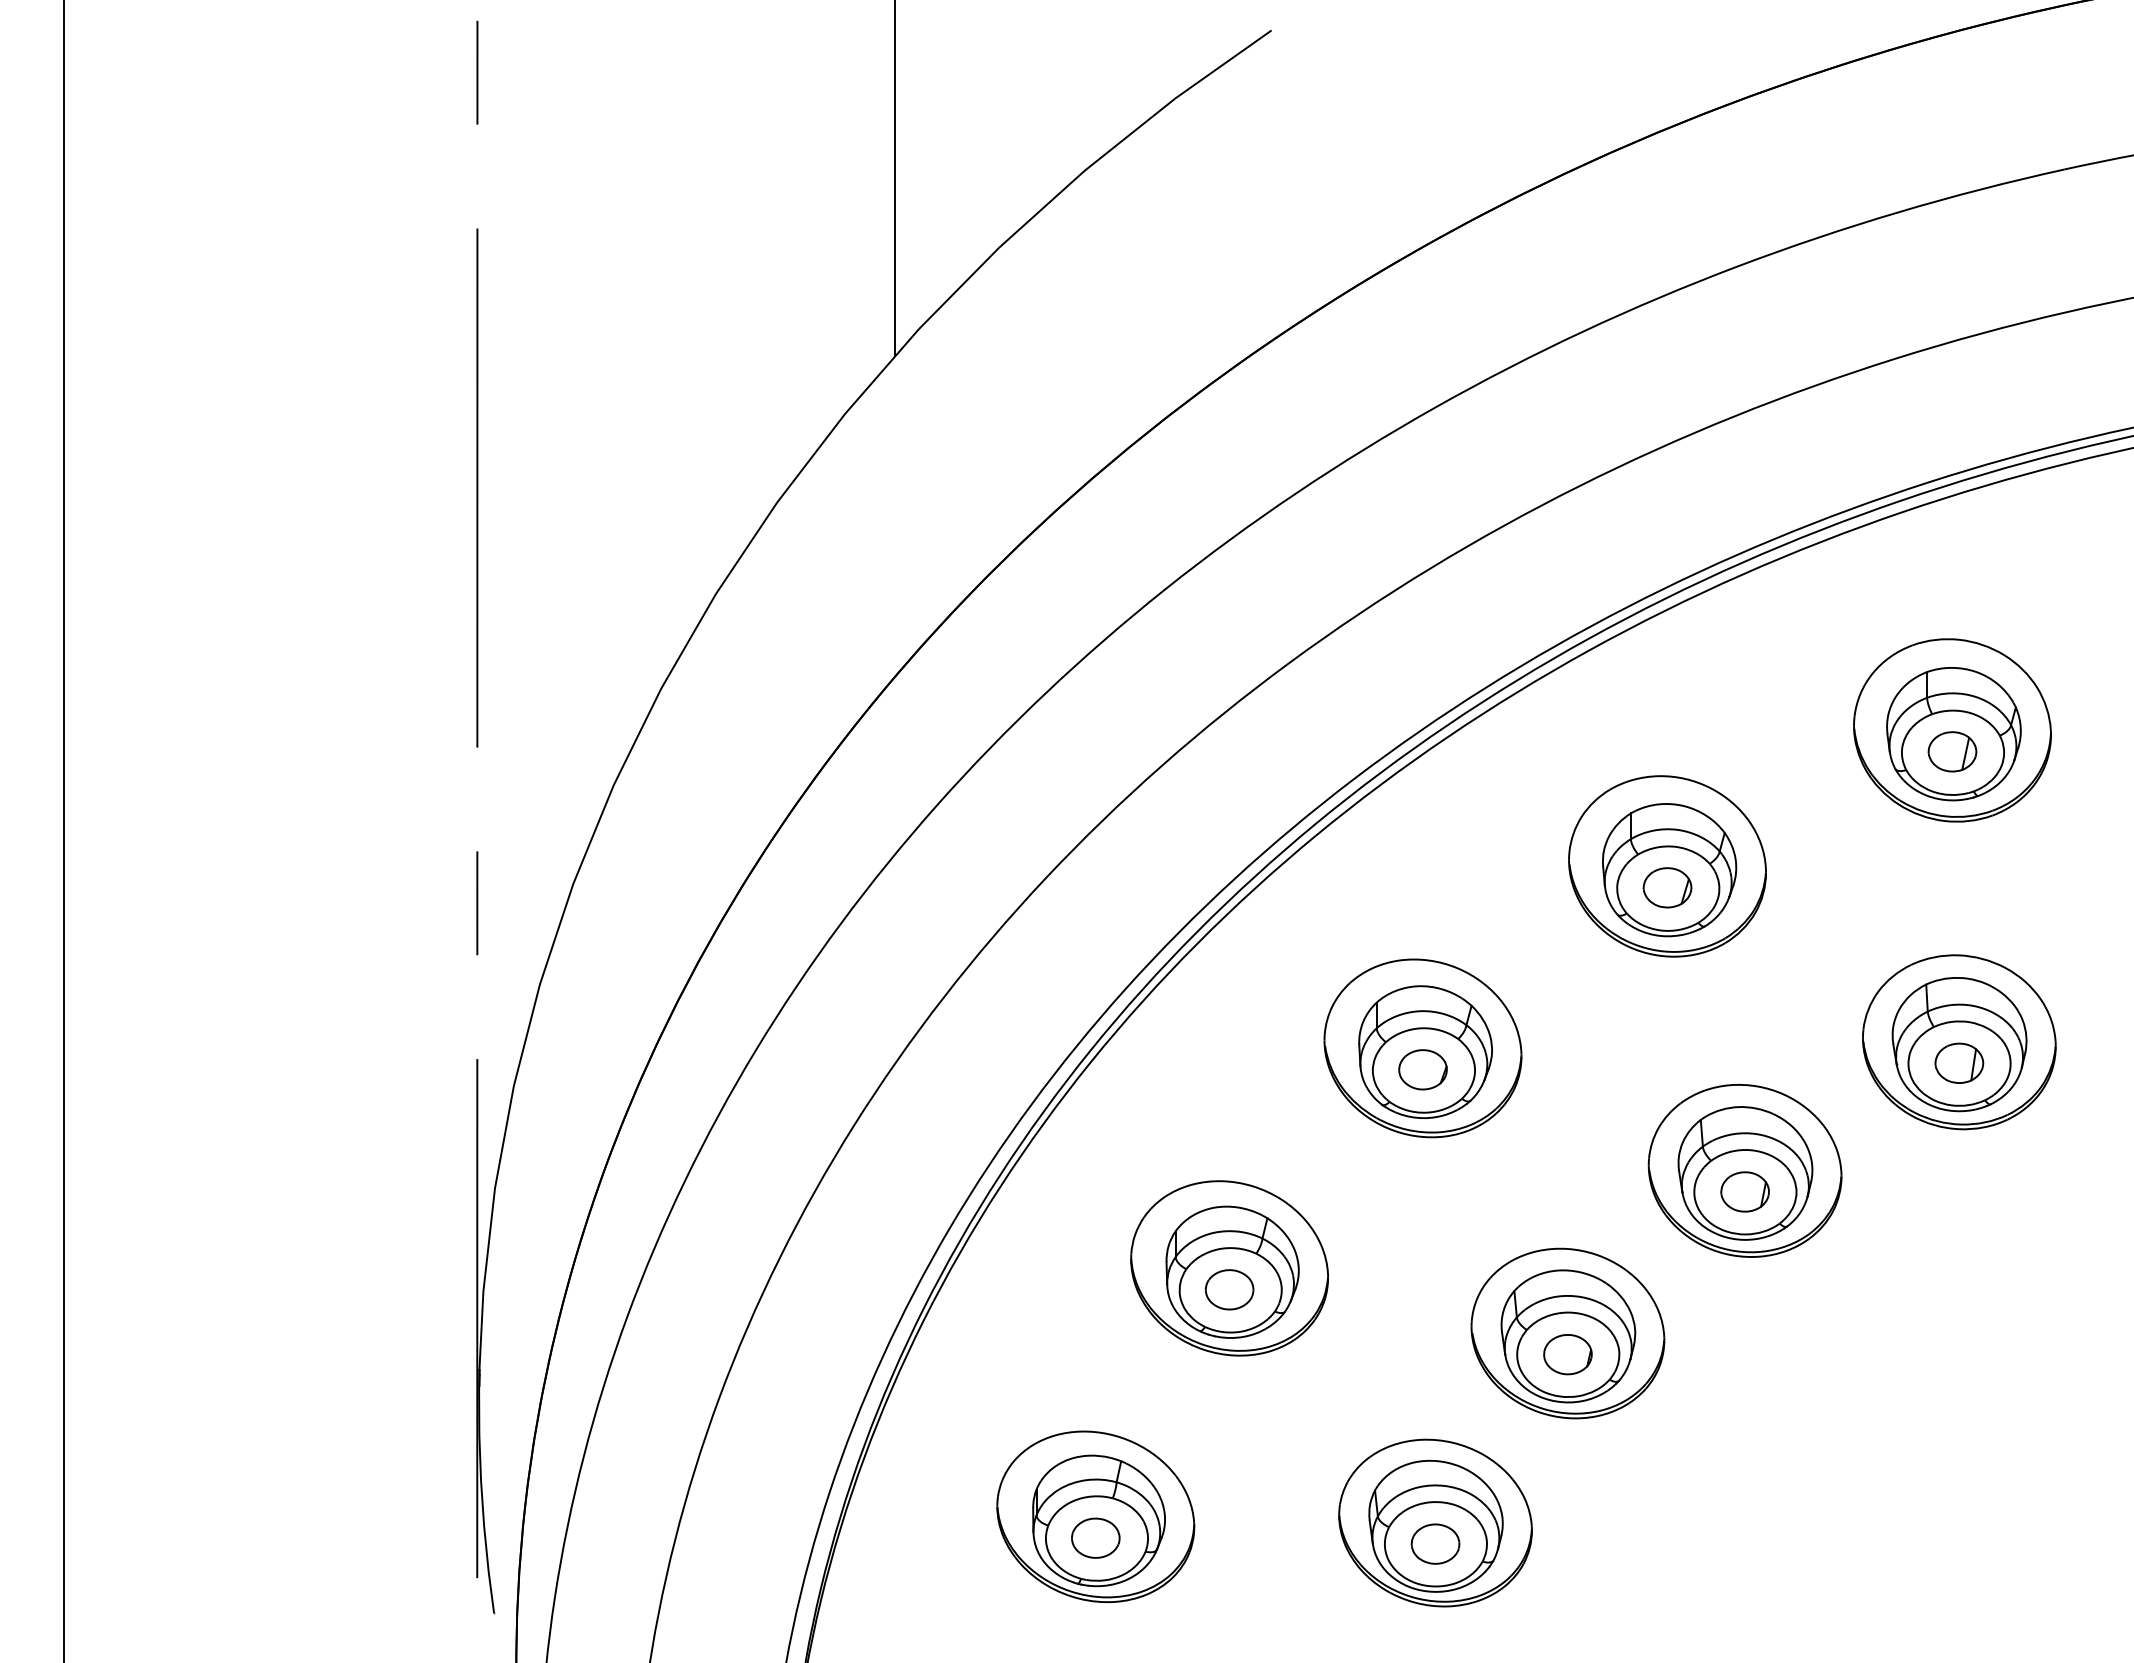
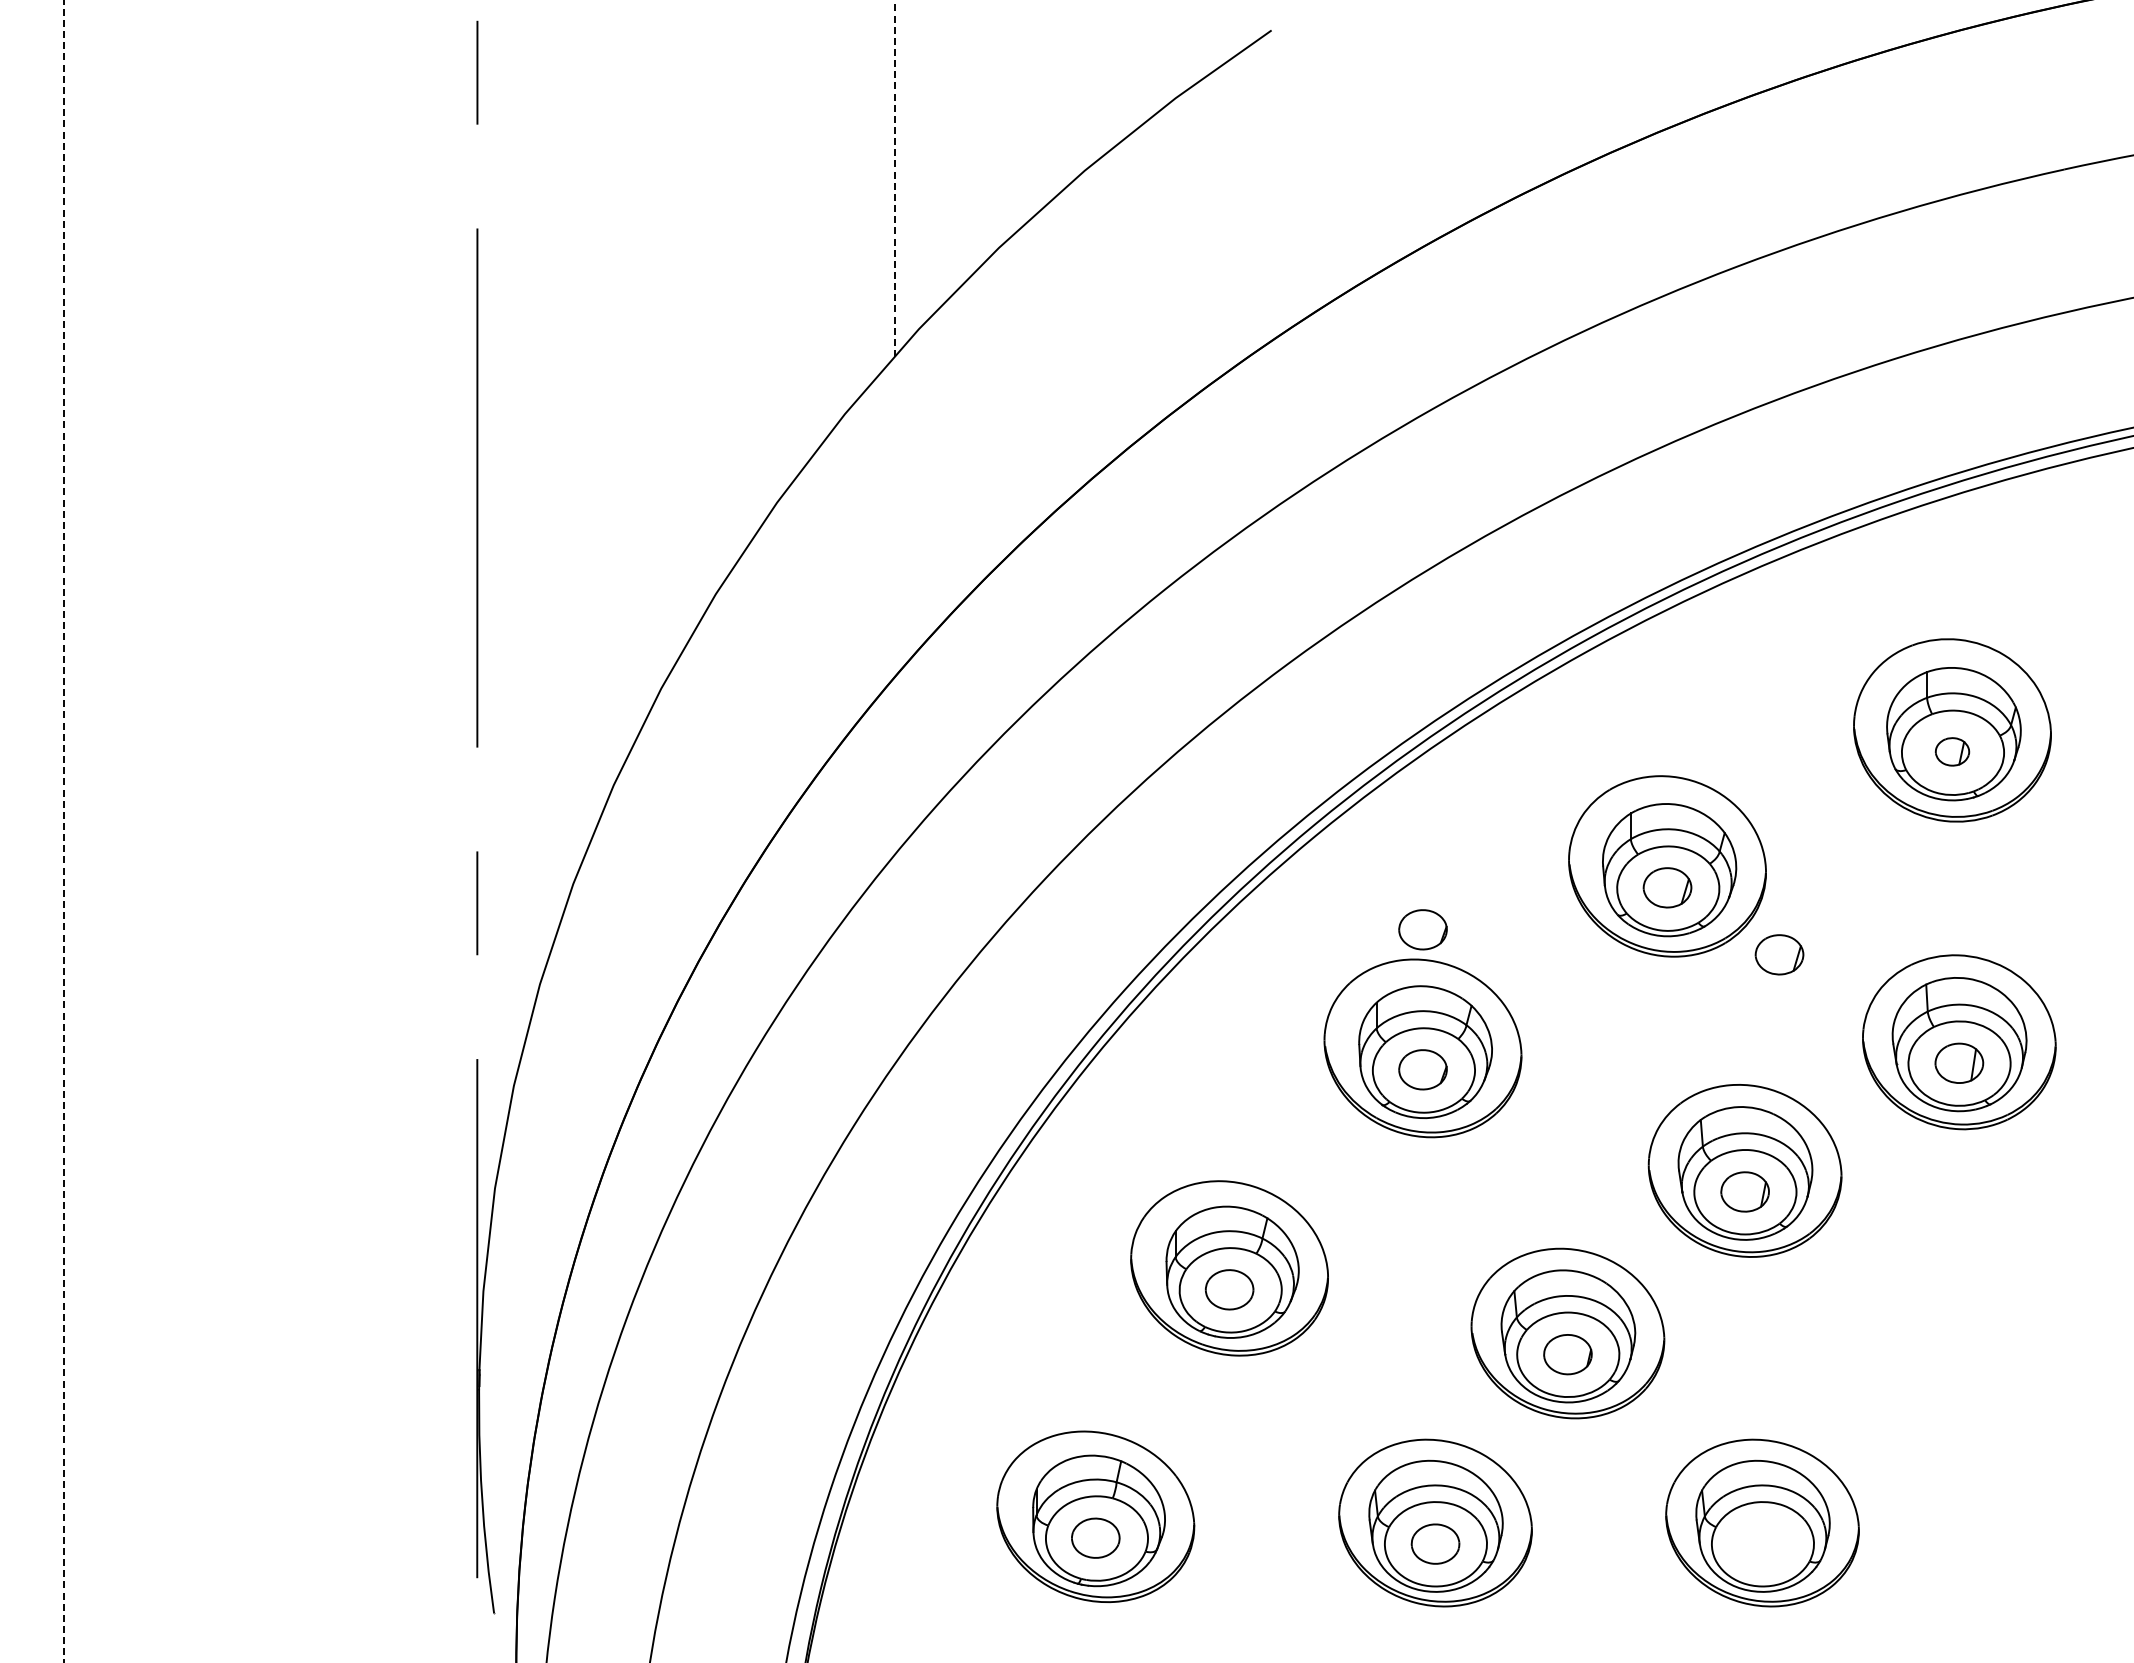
line at (894, 178): solid -> dashed
part at (1952, 751) size: 51x42 px -> 37x30 px
line at (64, 831): solid -> dashed
part at (1422, 929): none -> present
part at (1779, 954): none -> present
part at (1762, 1522): none -> present
